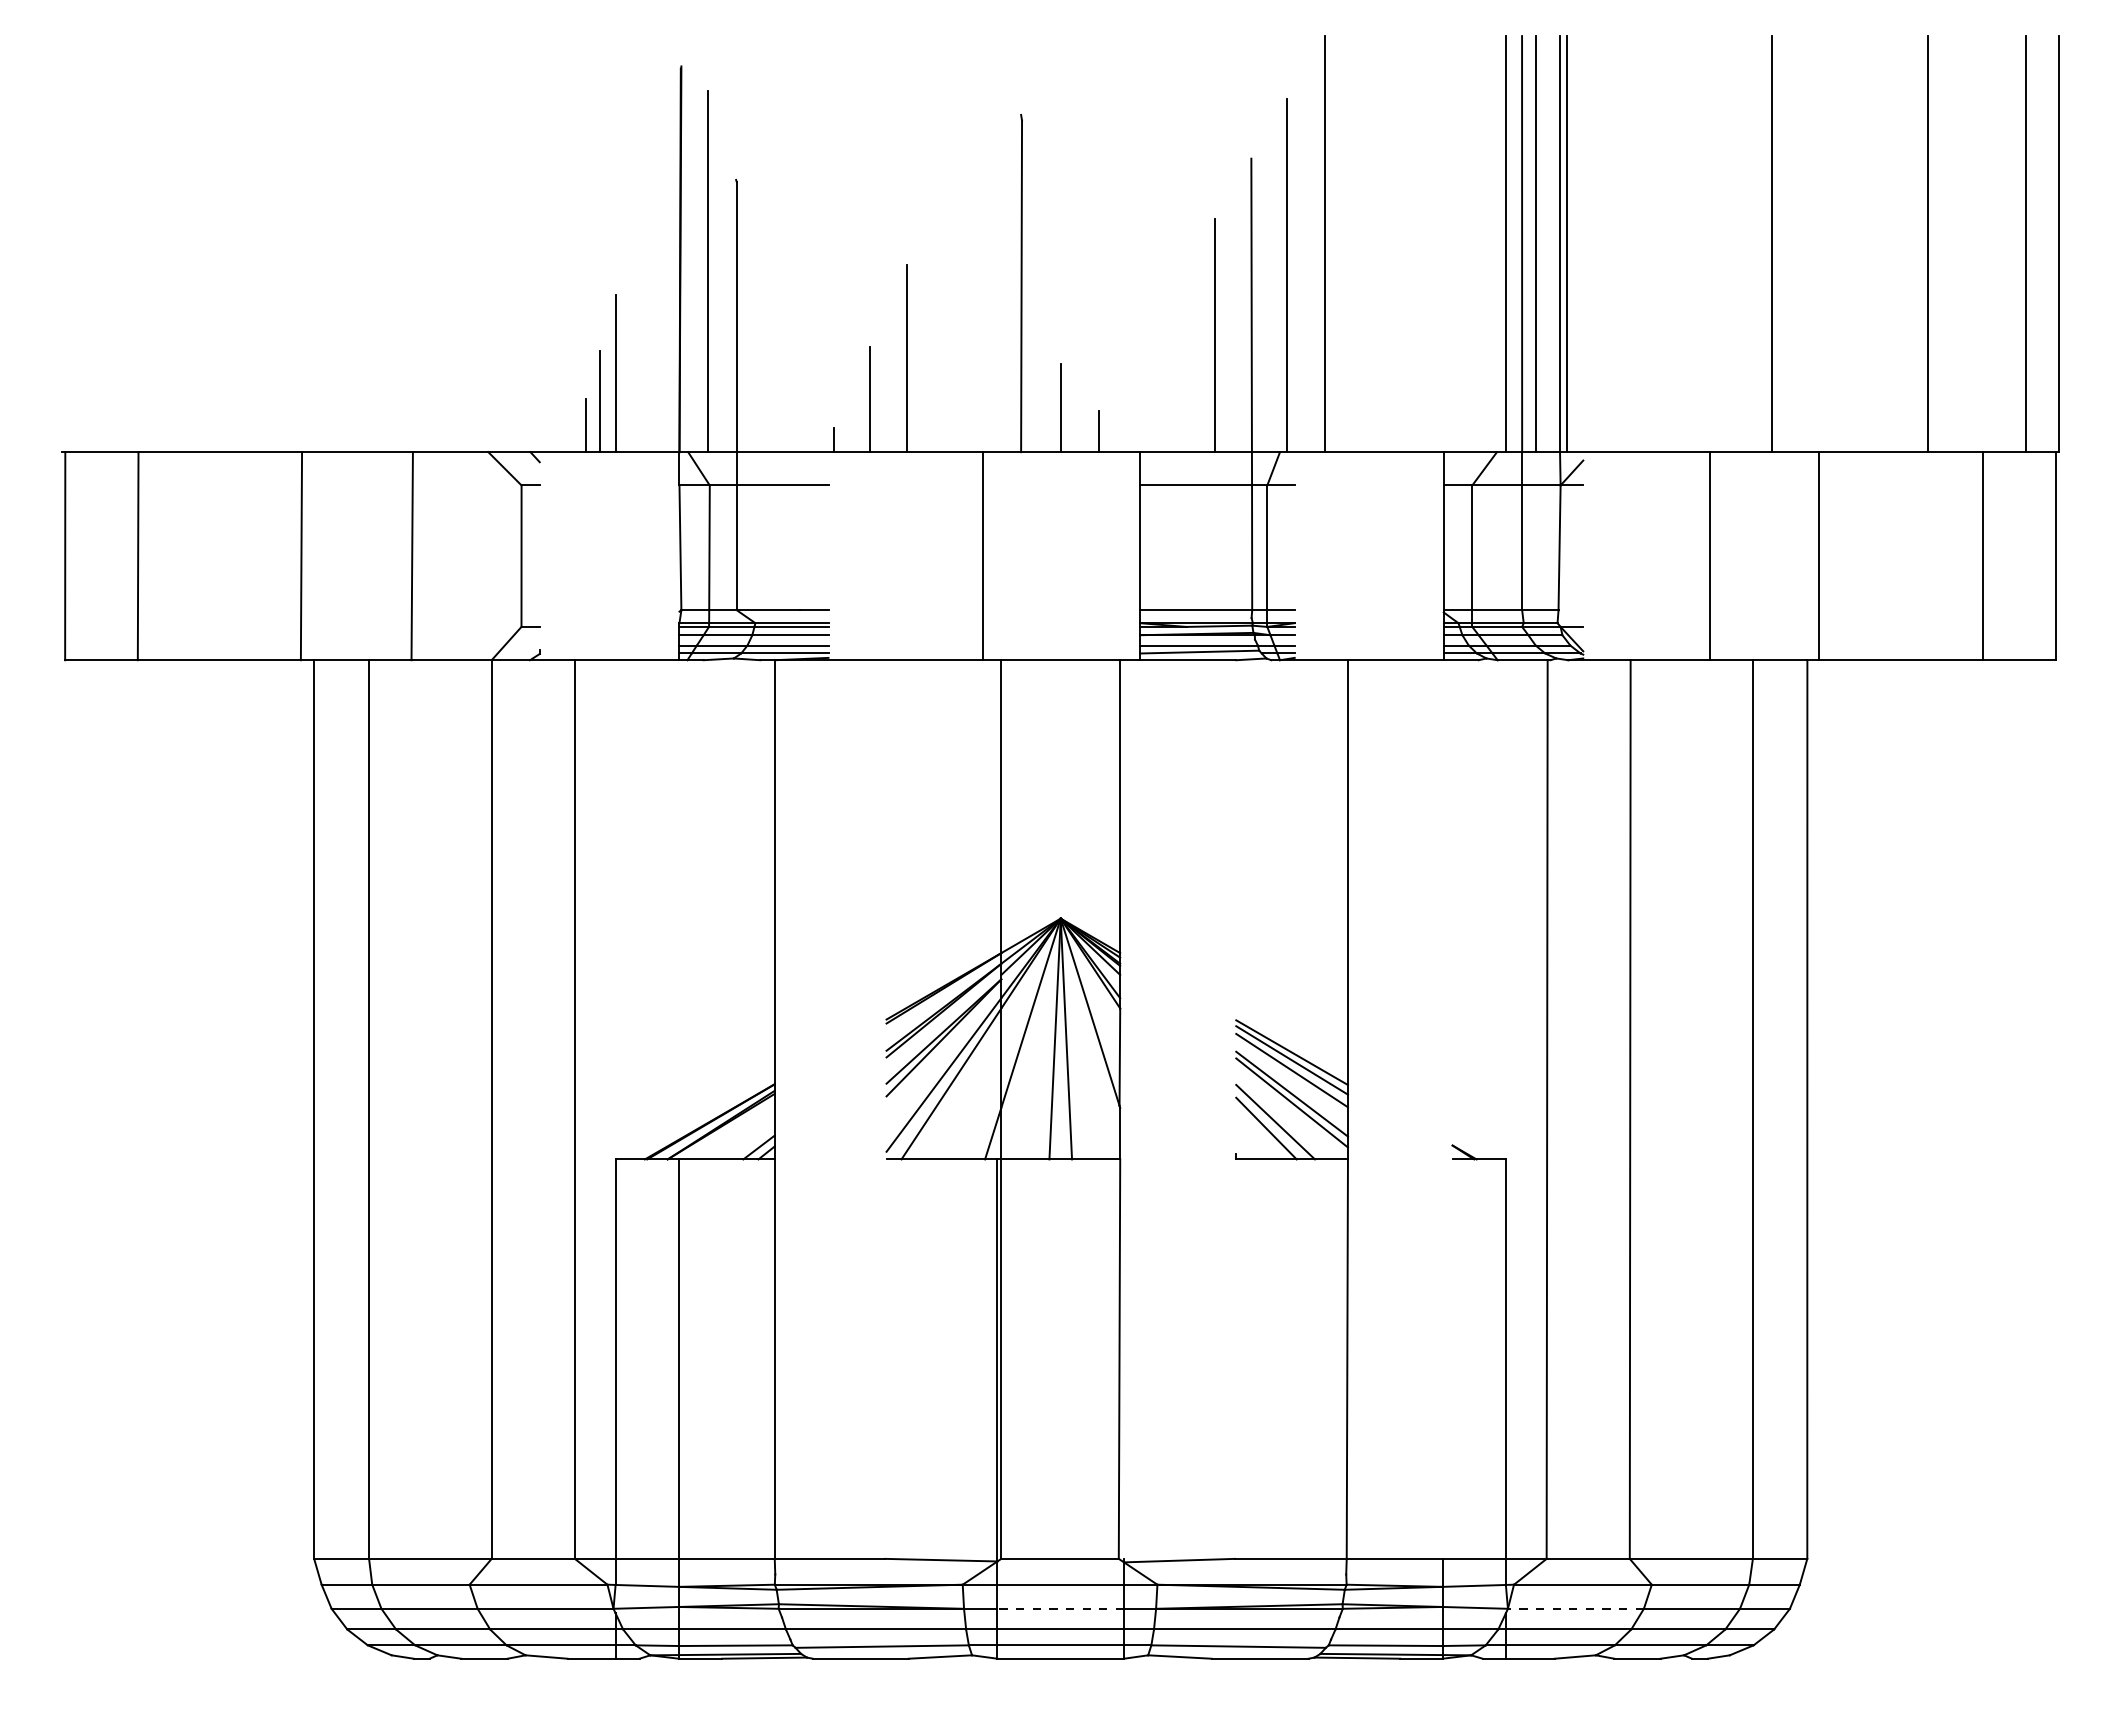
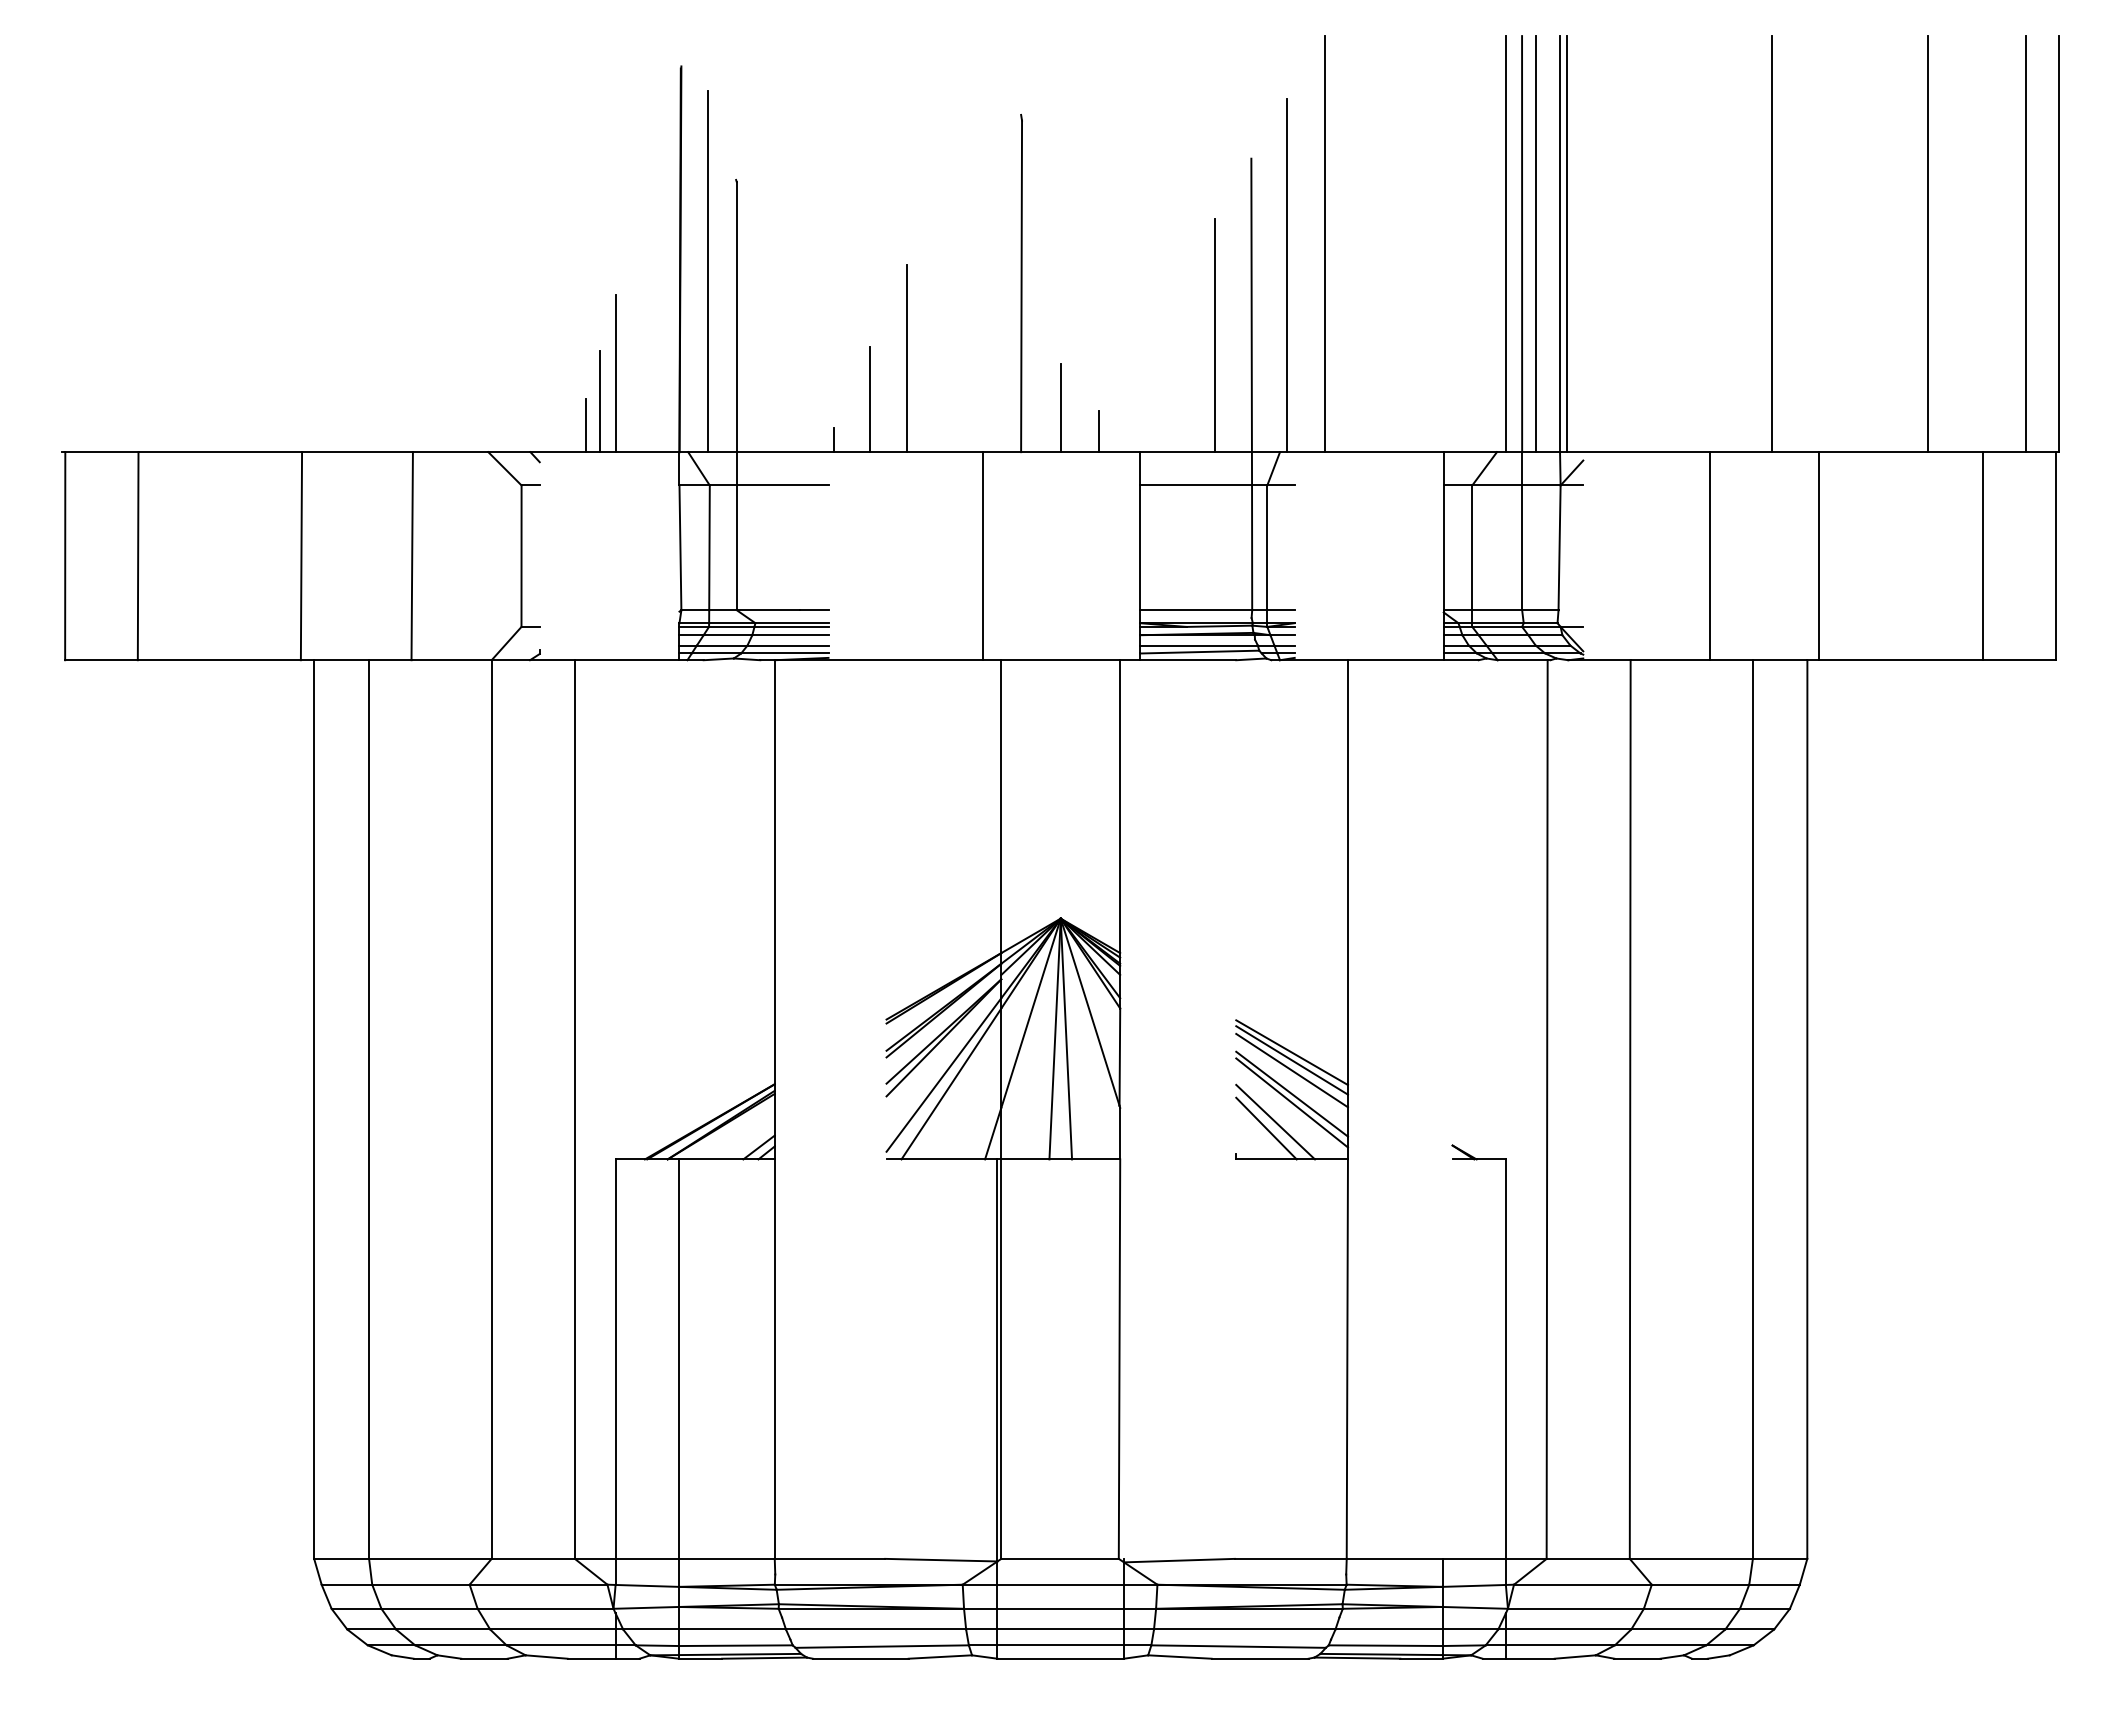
line at (1060, 1608): dashed -> solid
line at (1575, 1608): dashed -> solid
